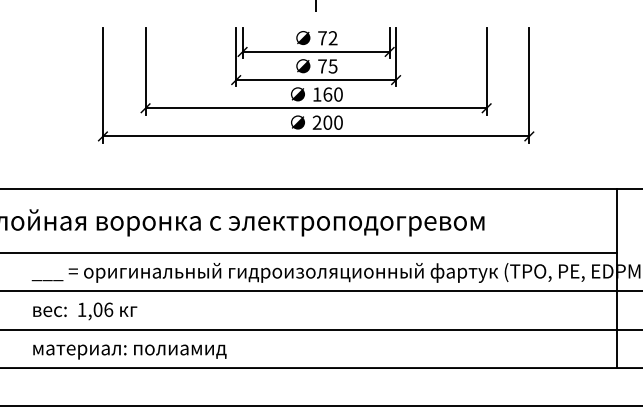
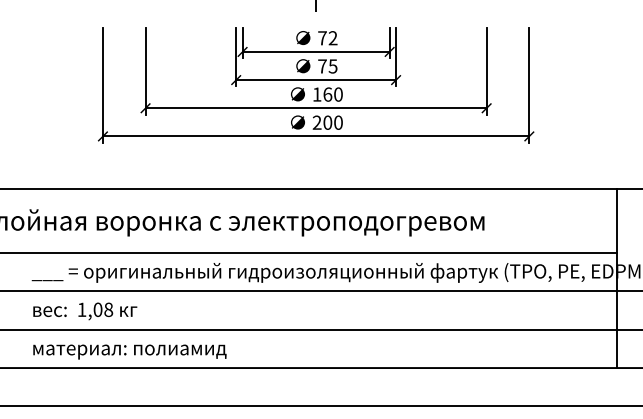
text at (108, 309): 1,06 -> 1,08
